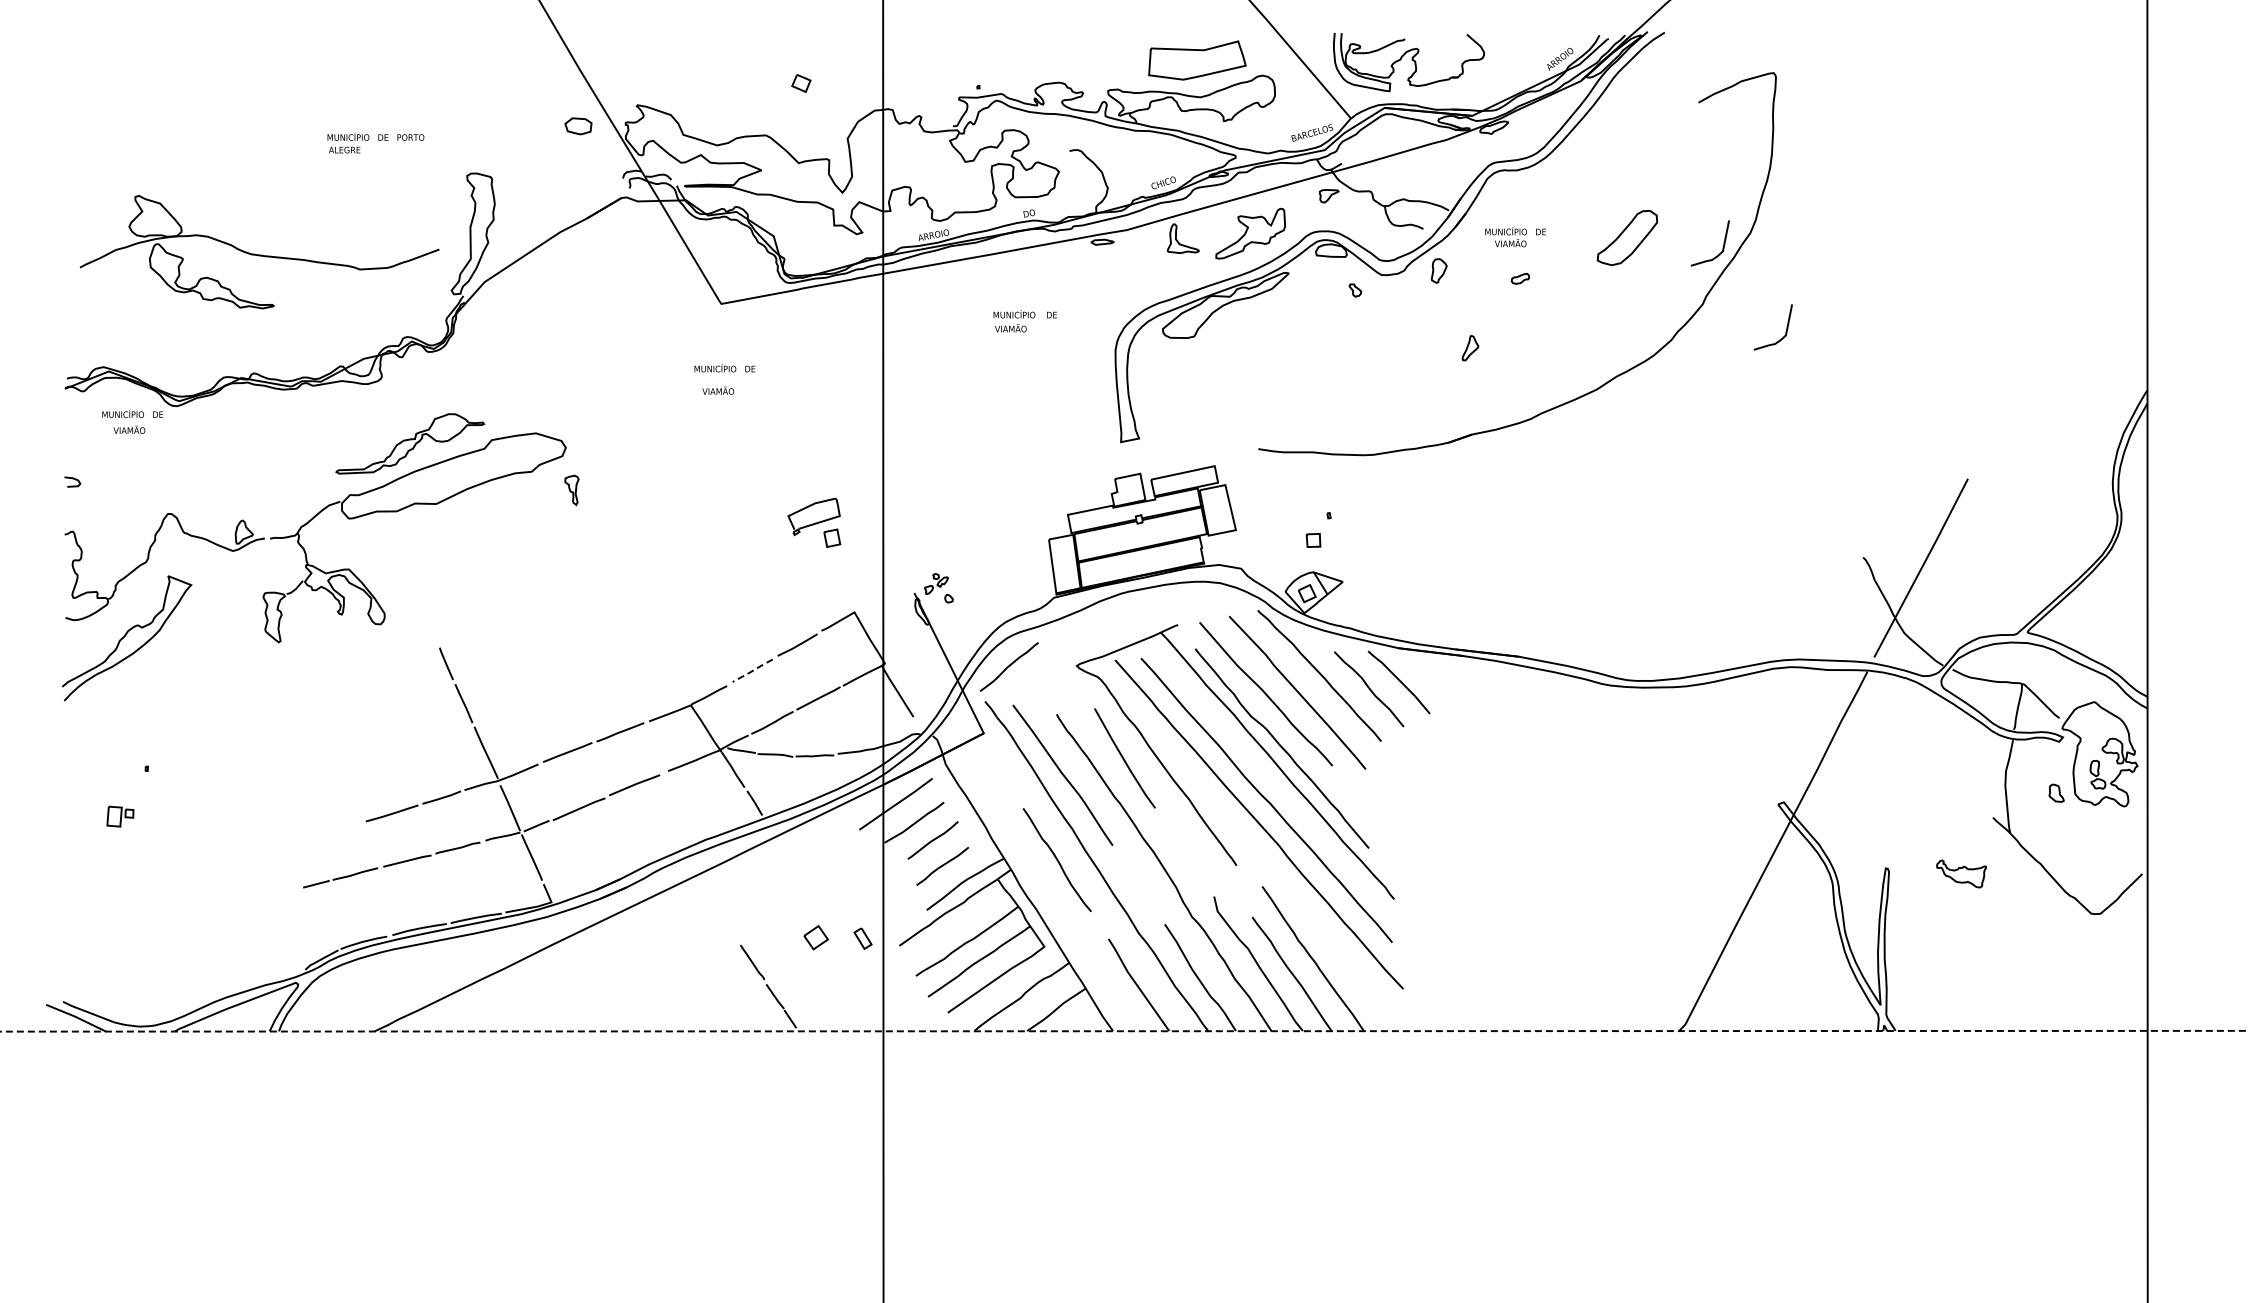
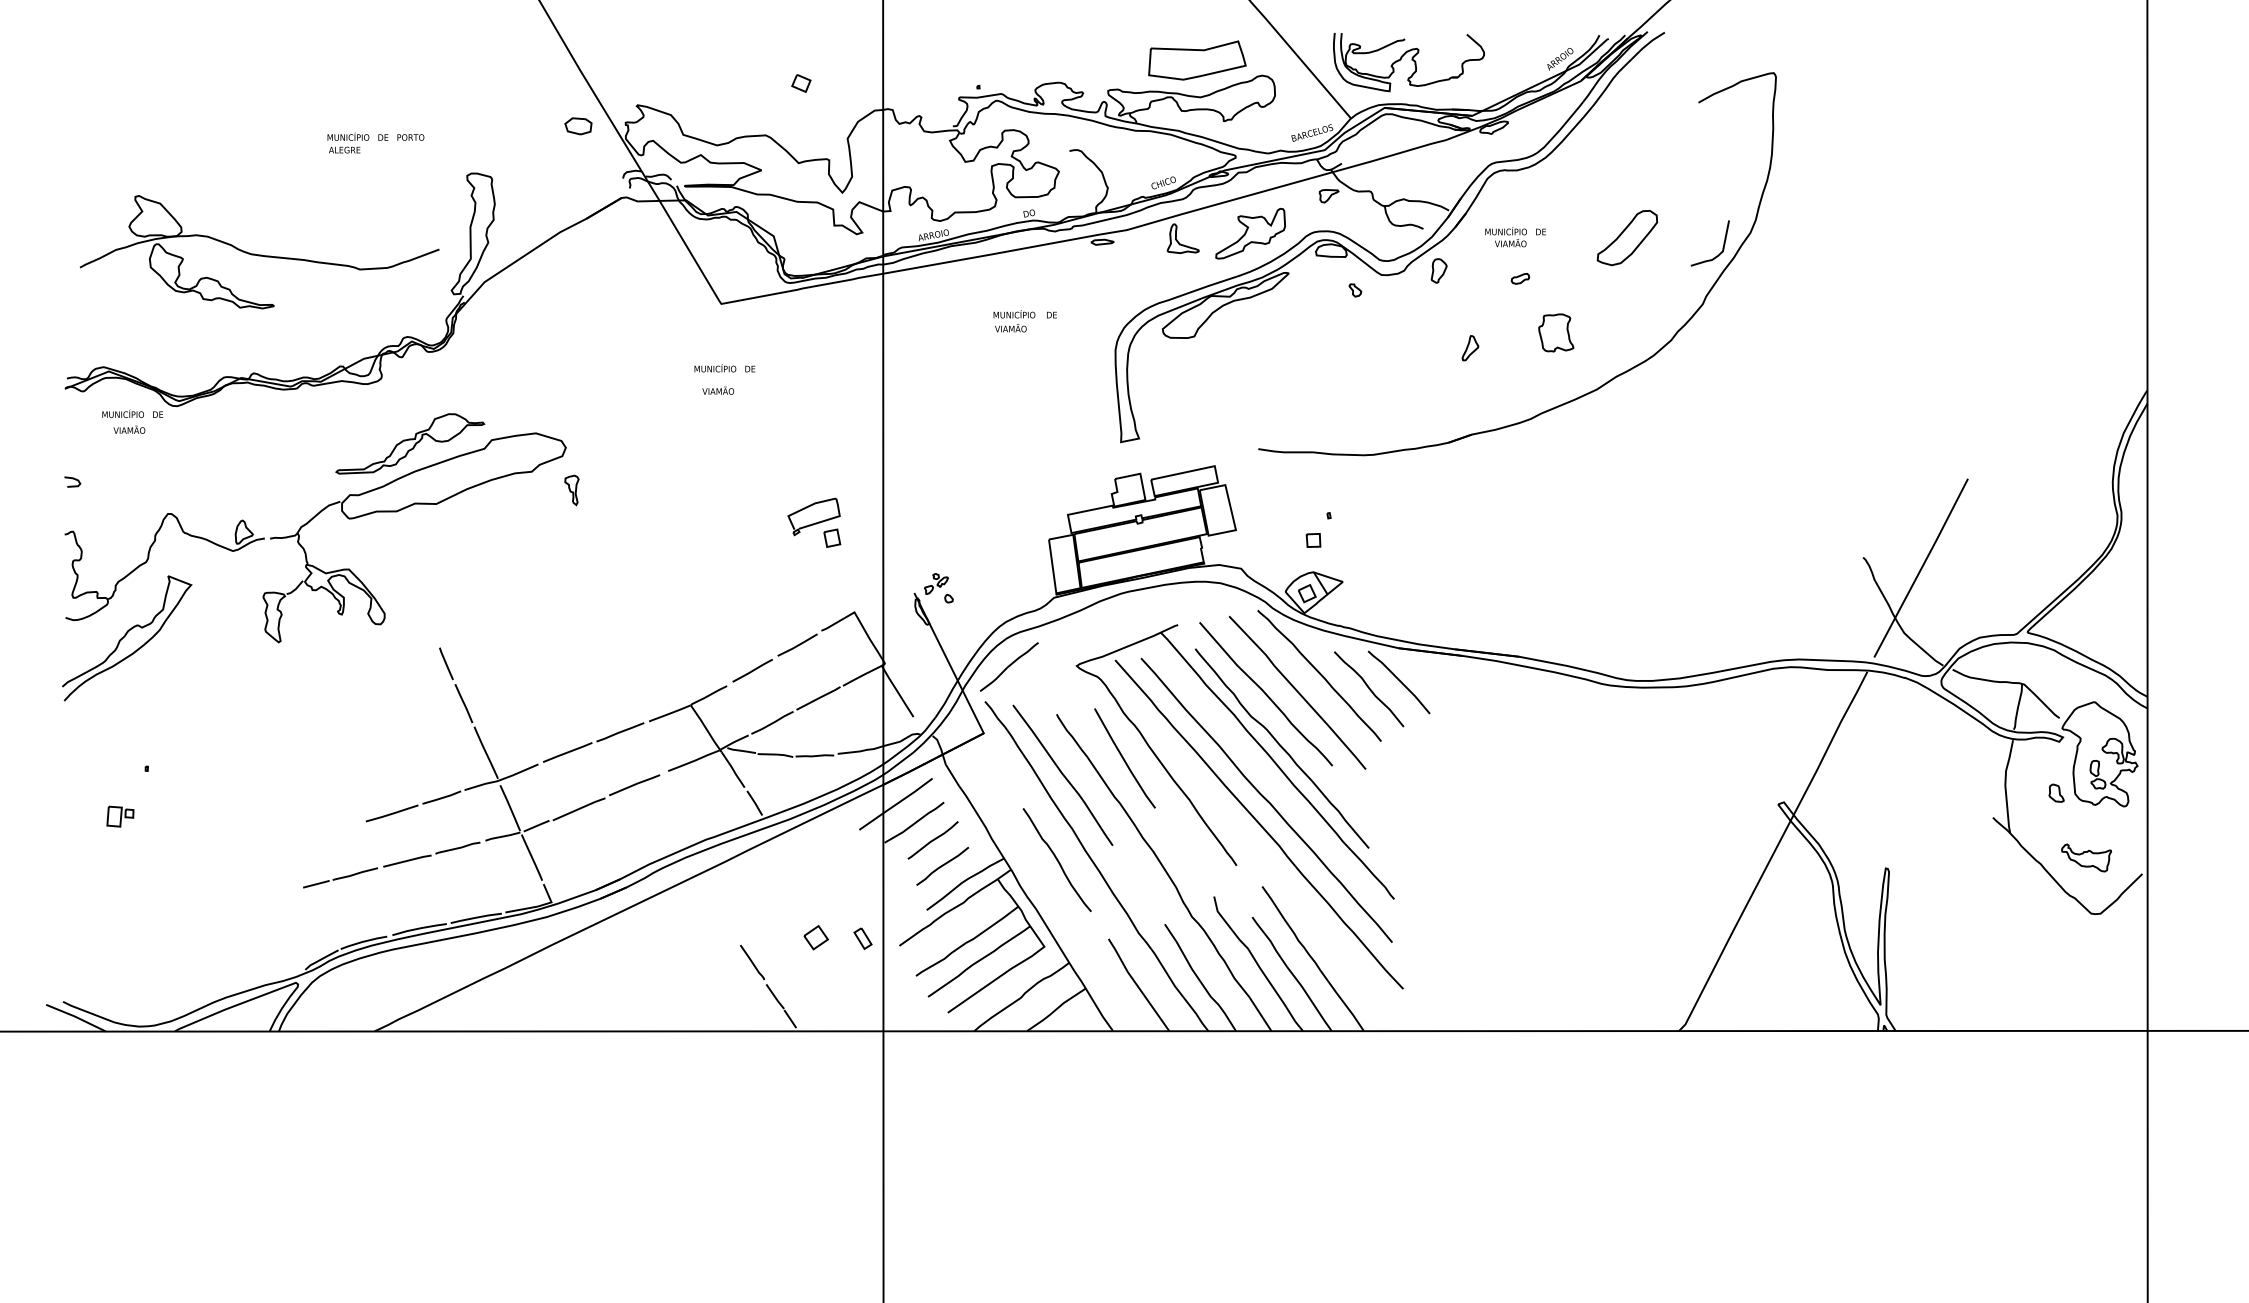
curve at (1785, 331): present -> none
part at (1556, 332): none -> present
line at (753, 670): dashed -> solid
part at (1961, 873) position: (1961, 873) -> (2086, 857)
line at (1124, 1031): dashed -> solid
